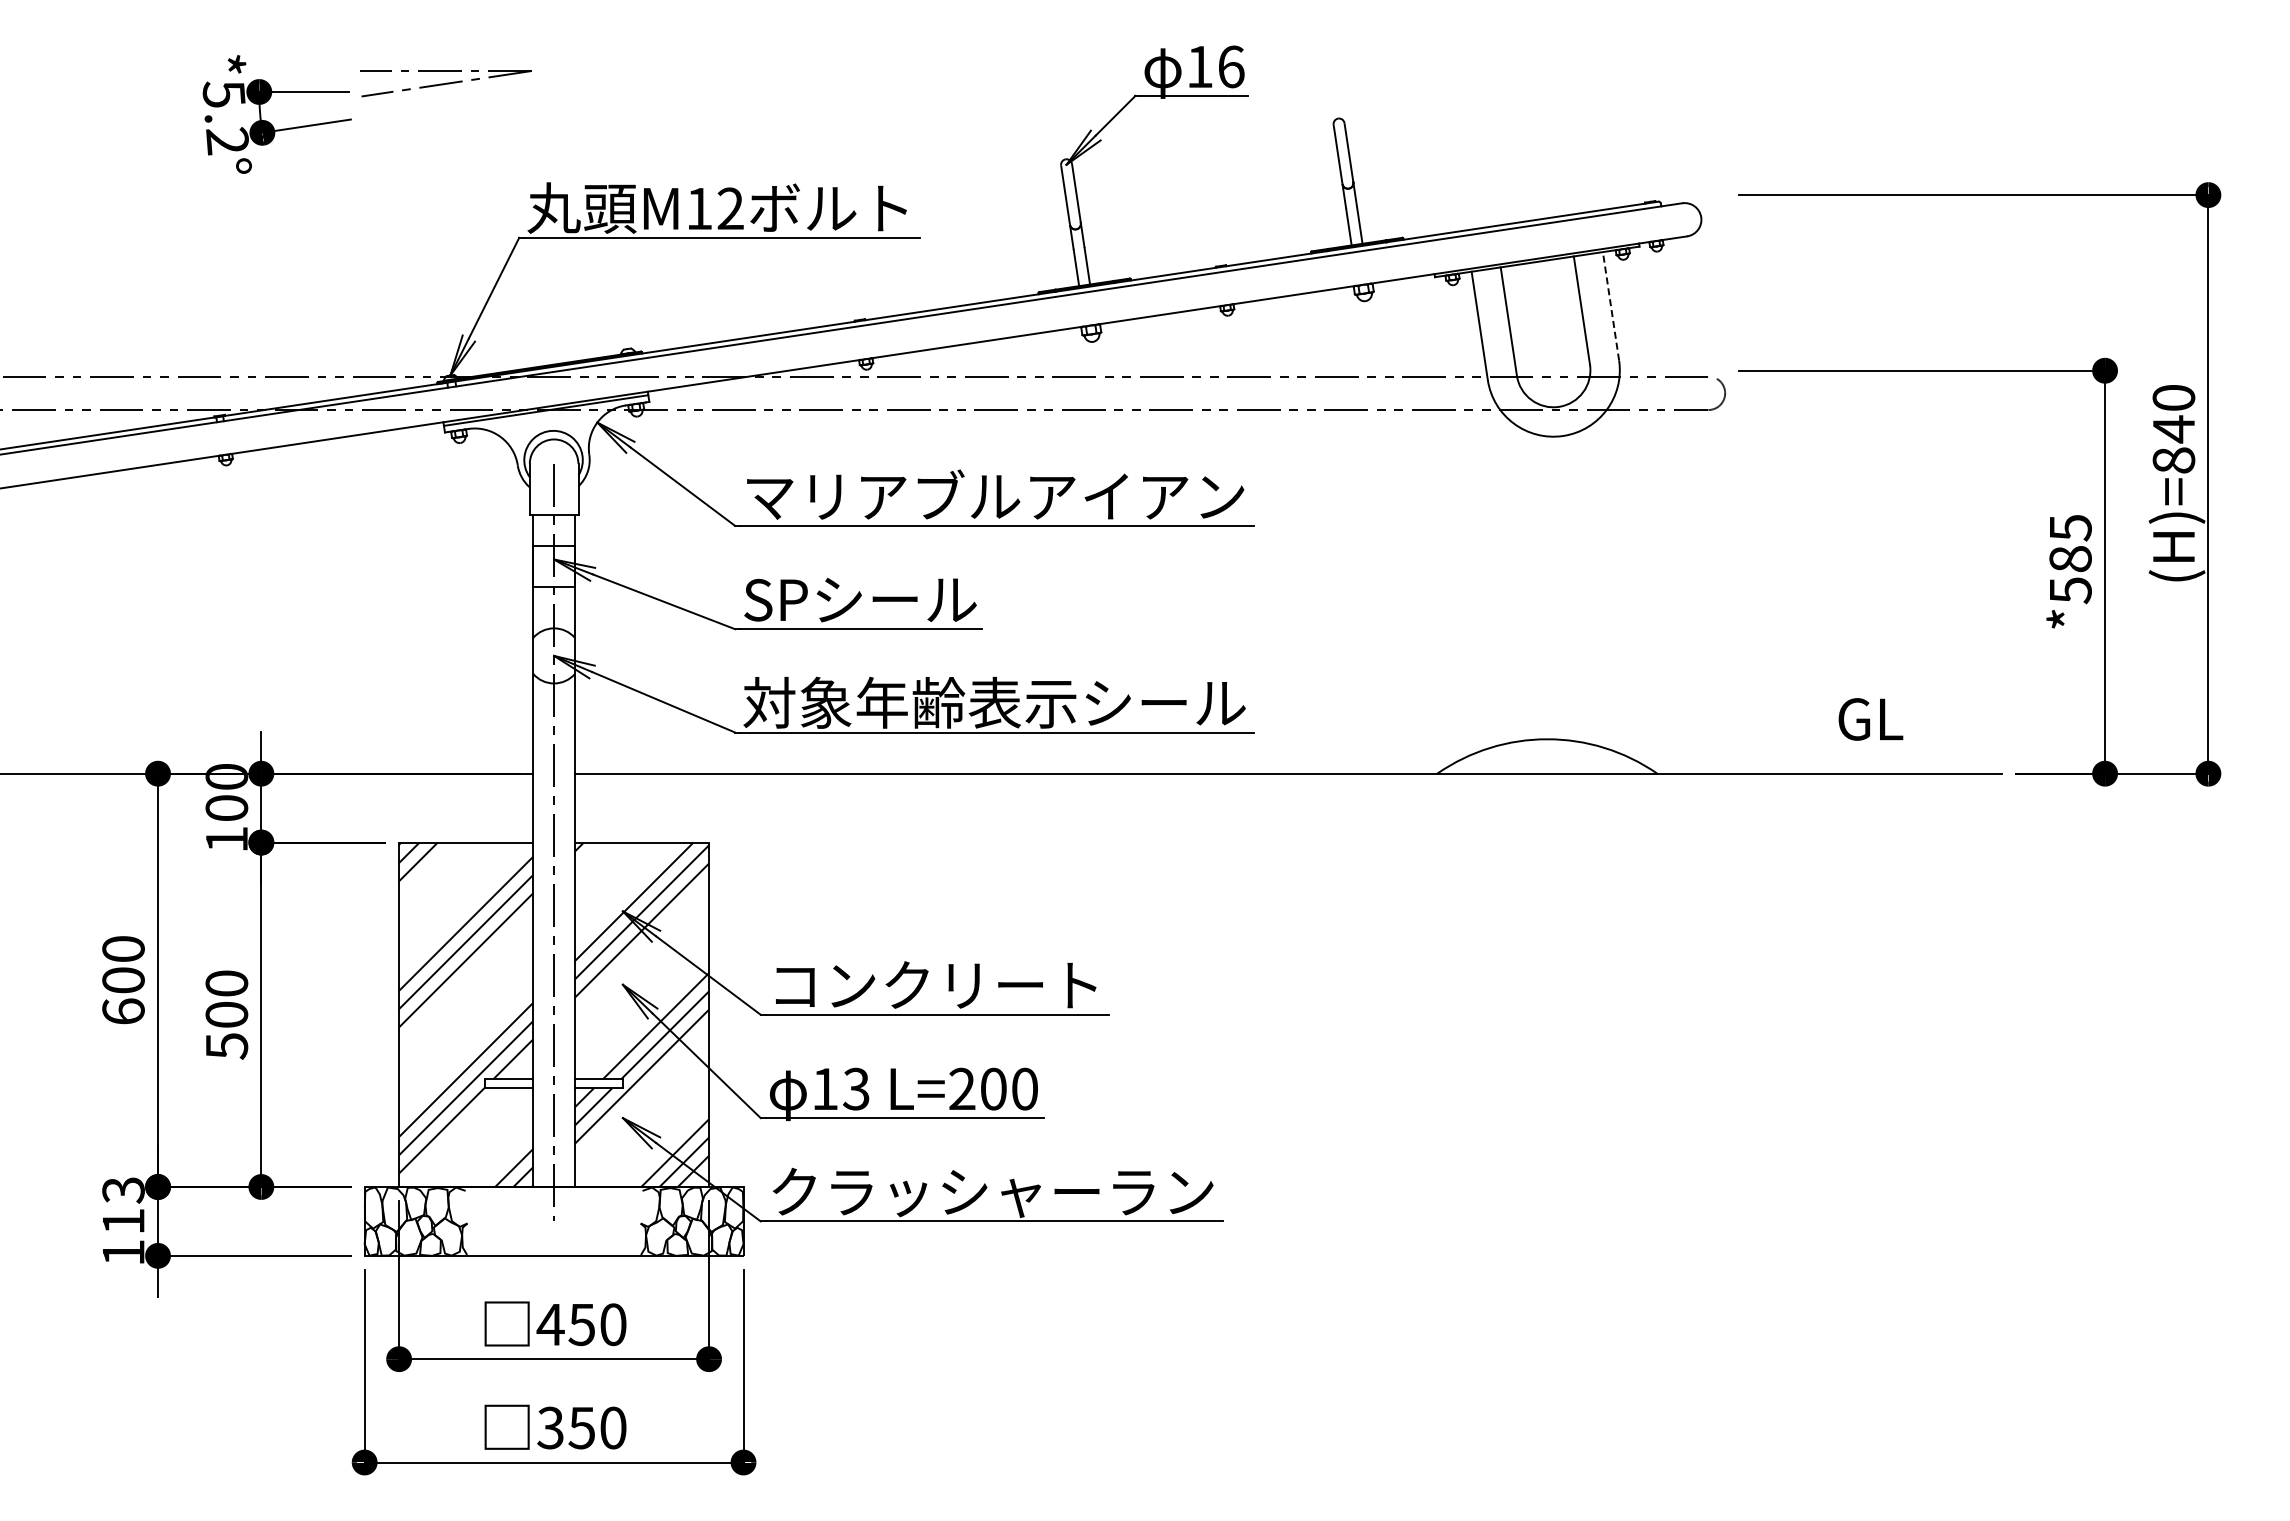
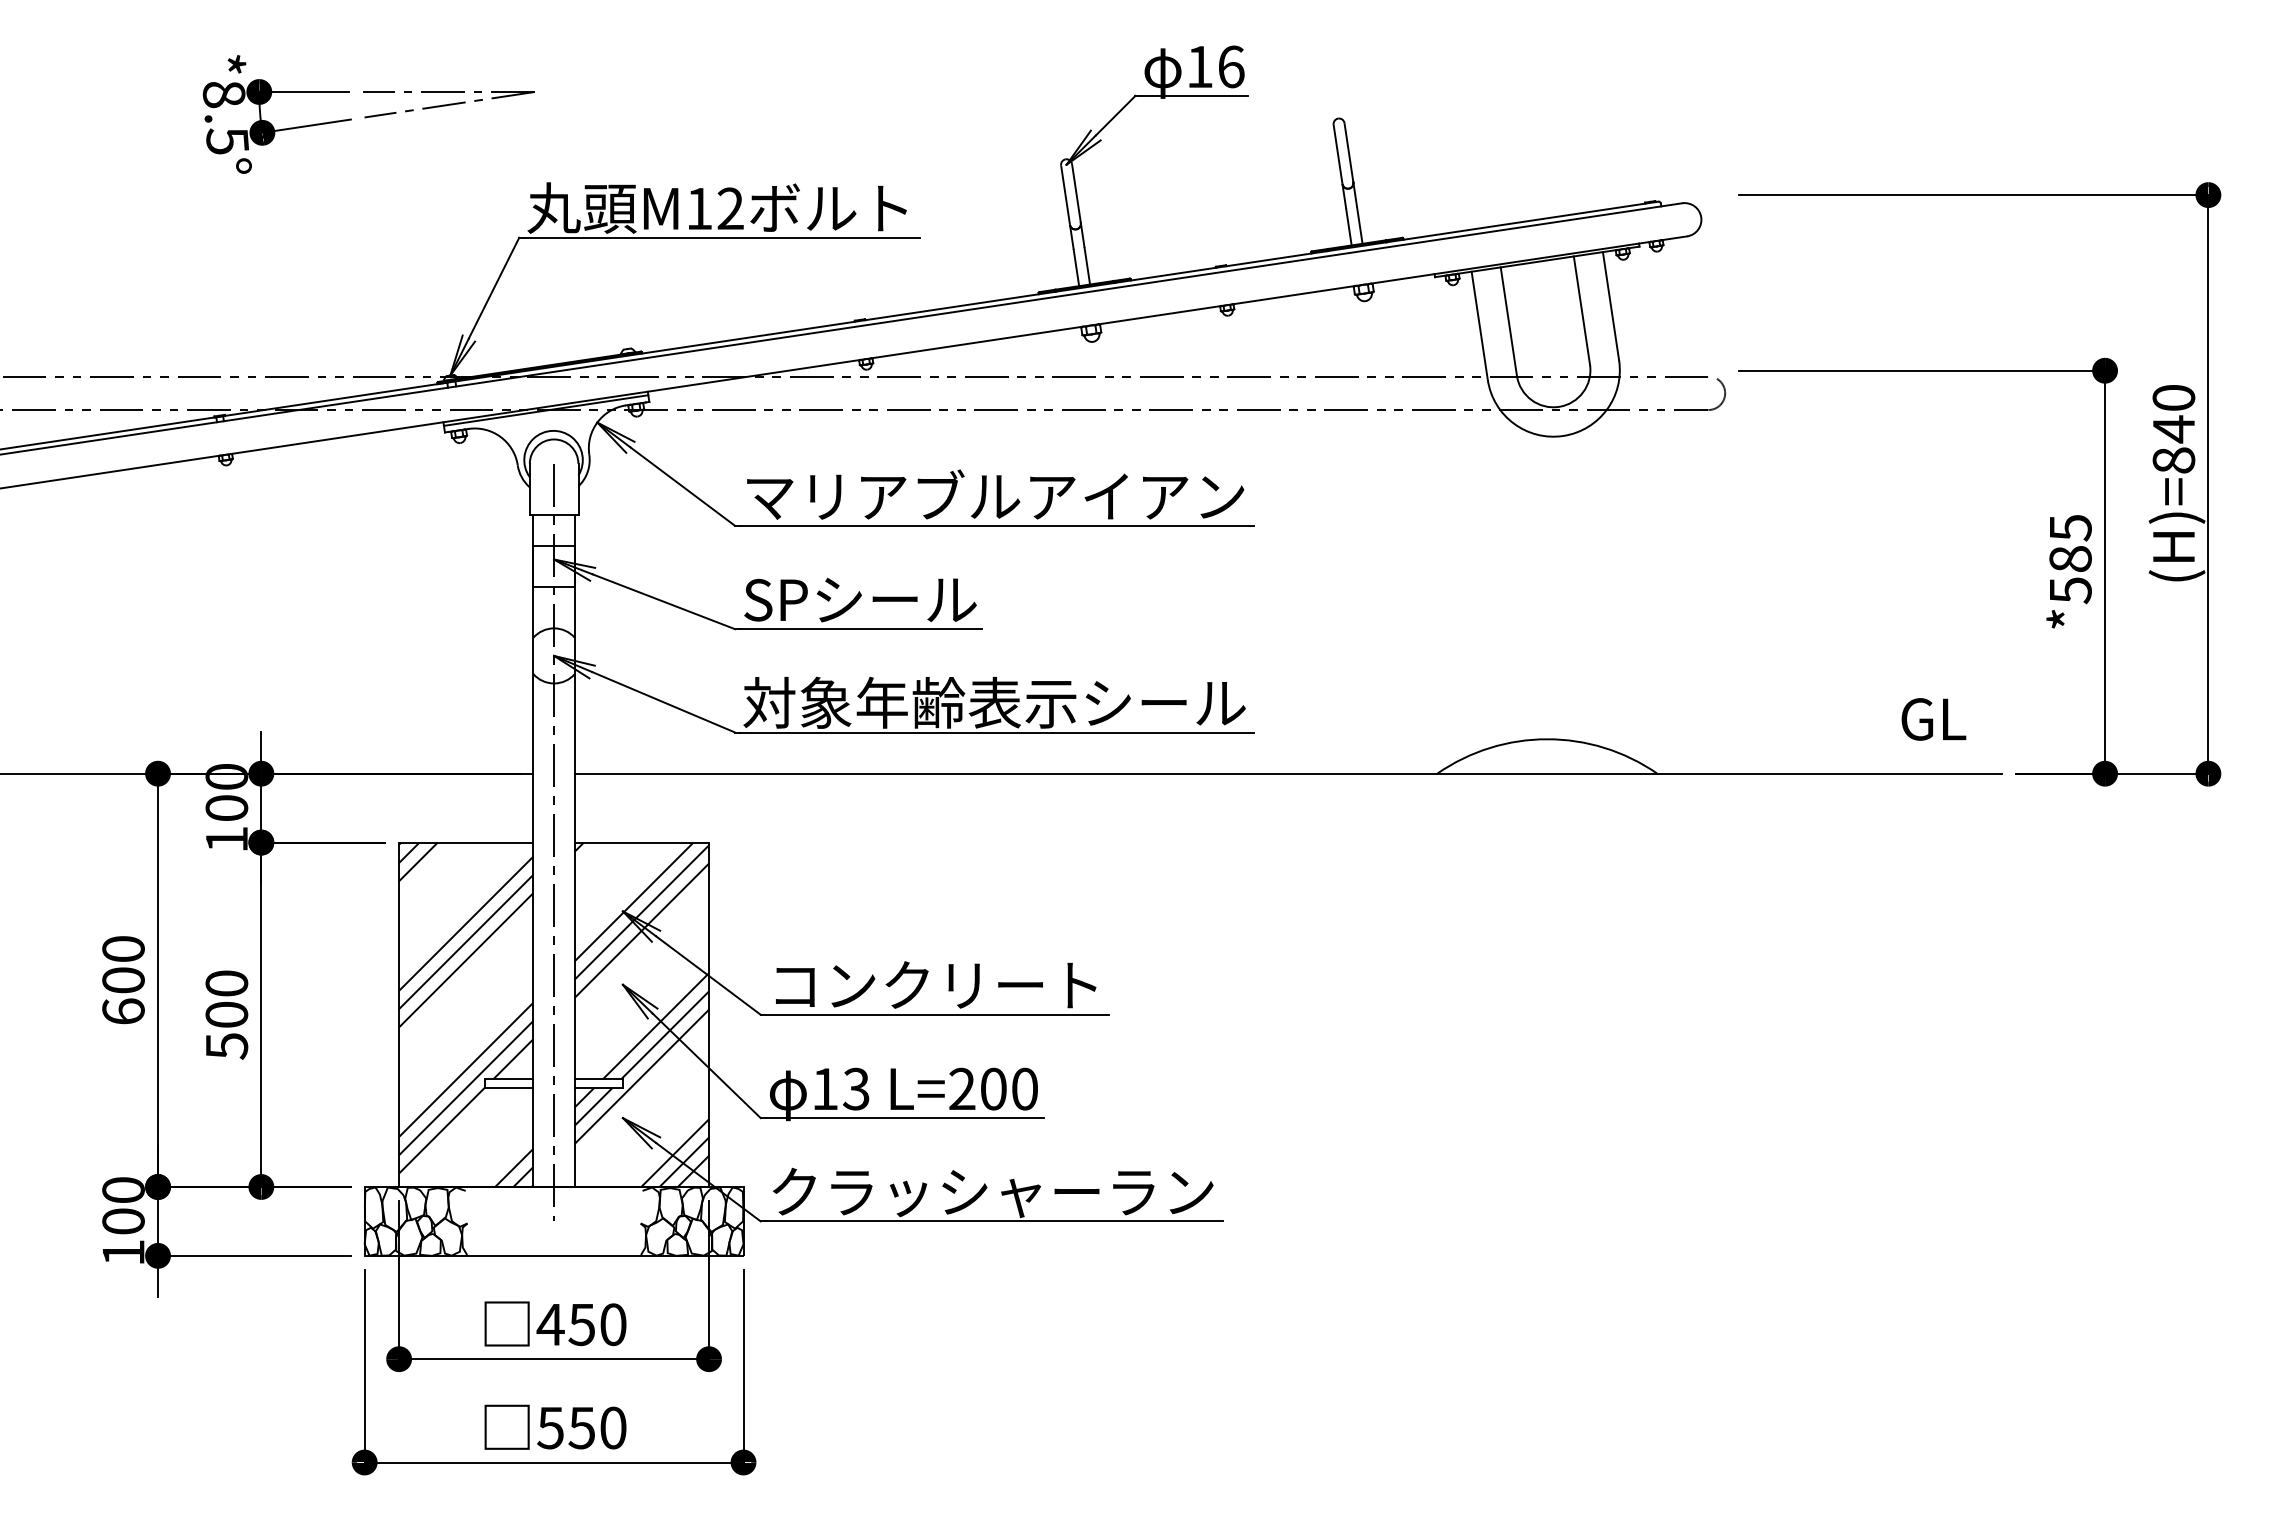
part at (445, 83) position: (445, 83) -> (448, 104)
text at (225, 118): *5.2° -> *8.5°
line at (1611, 306): dashed -> solid
text at (1870, 719) position: (1870, 719) -> (1933, 719)
text at (123, 1205): 113 -> 100
text at (550, 1427): 350 -> 550
